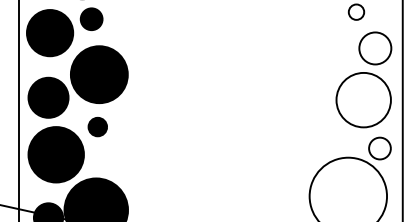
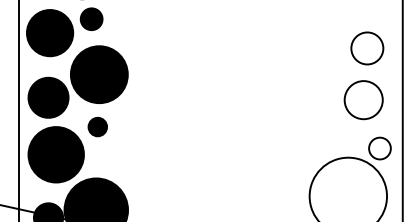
circle at (356, 11): present -> none
circle at (375, 48) position: (375, 48) -> (367, 48)
circle at (363, 99) diameter: 54 px -> 38 px
